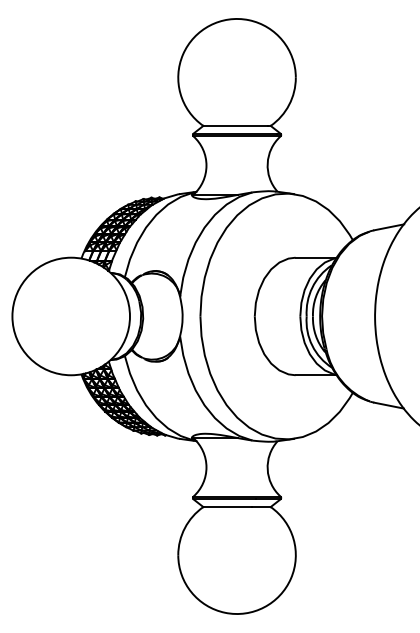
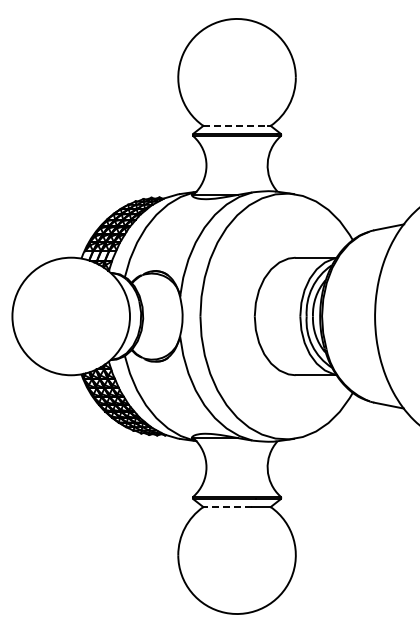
line at (236, 125): solid -> dashed
line at (227, 507): solid -> dashed
